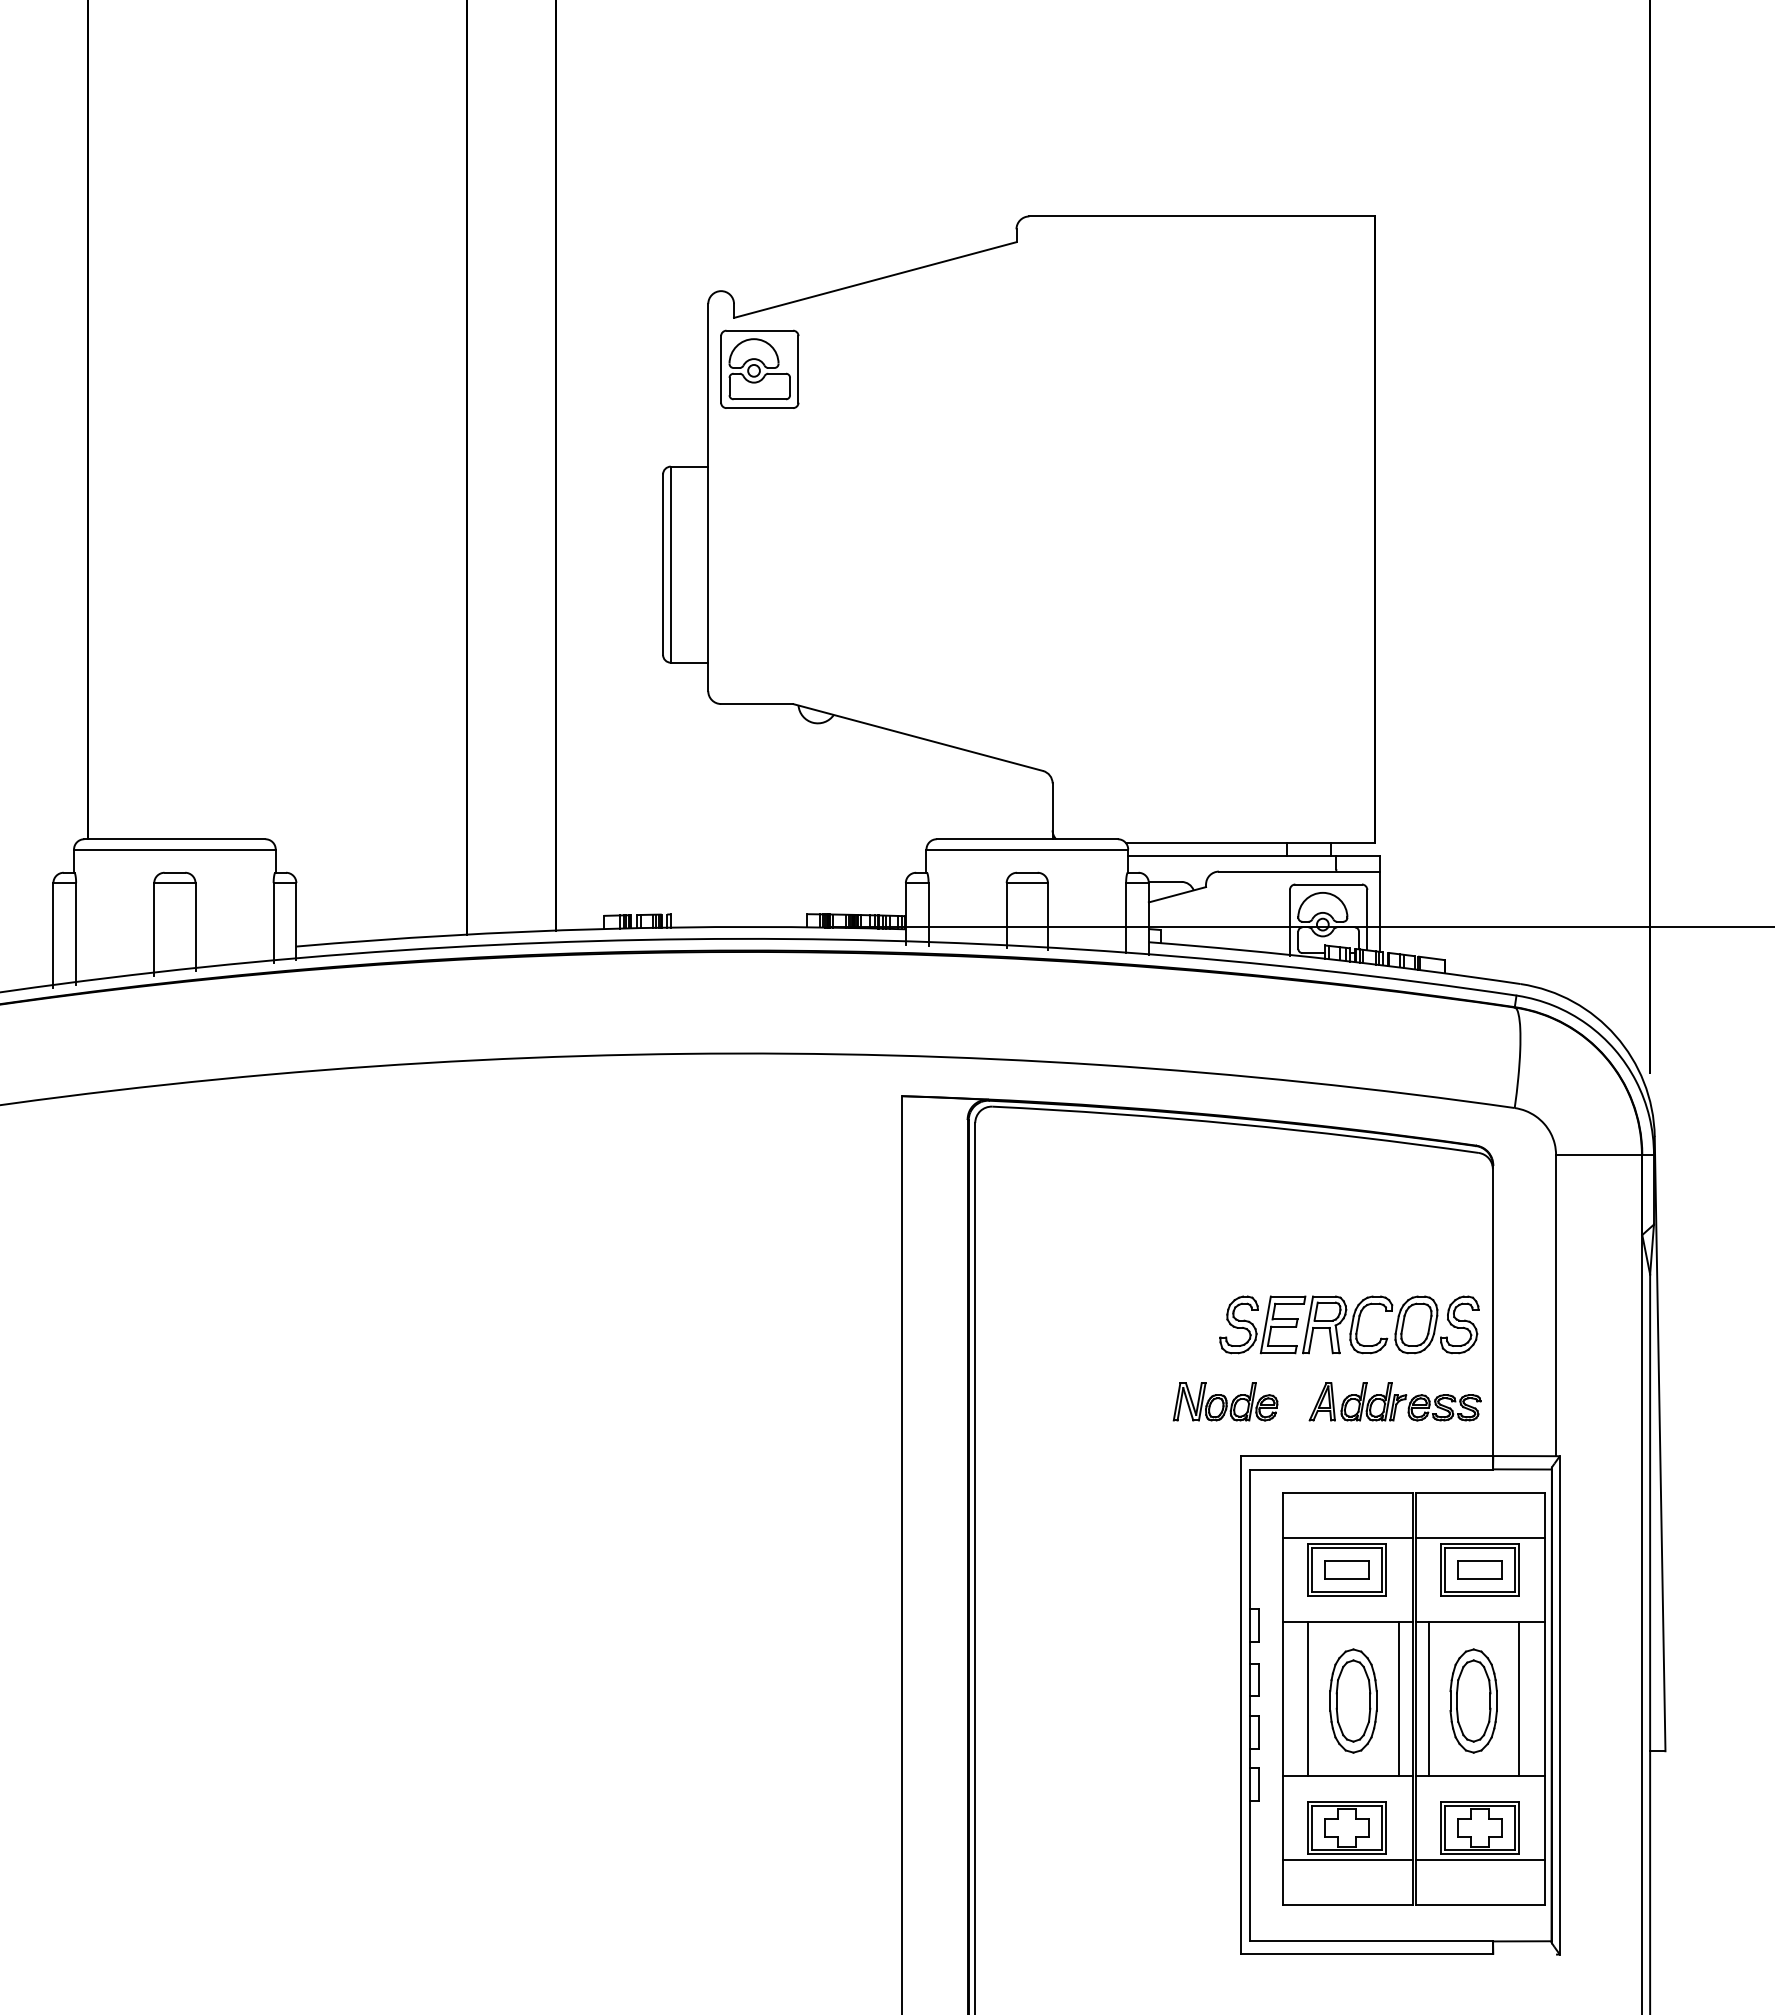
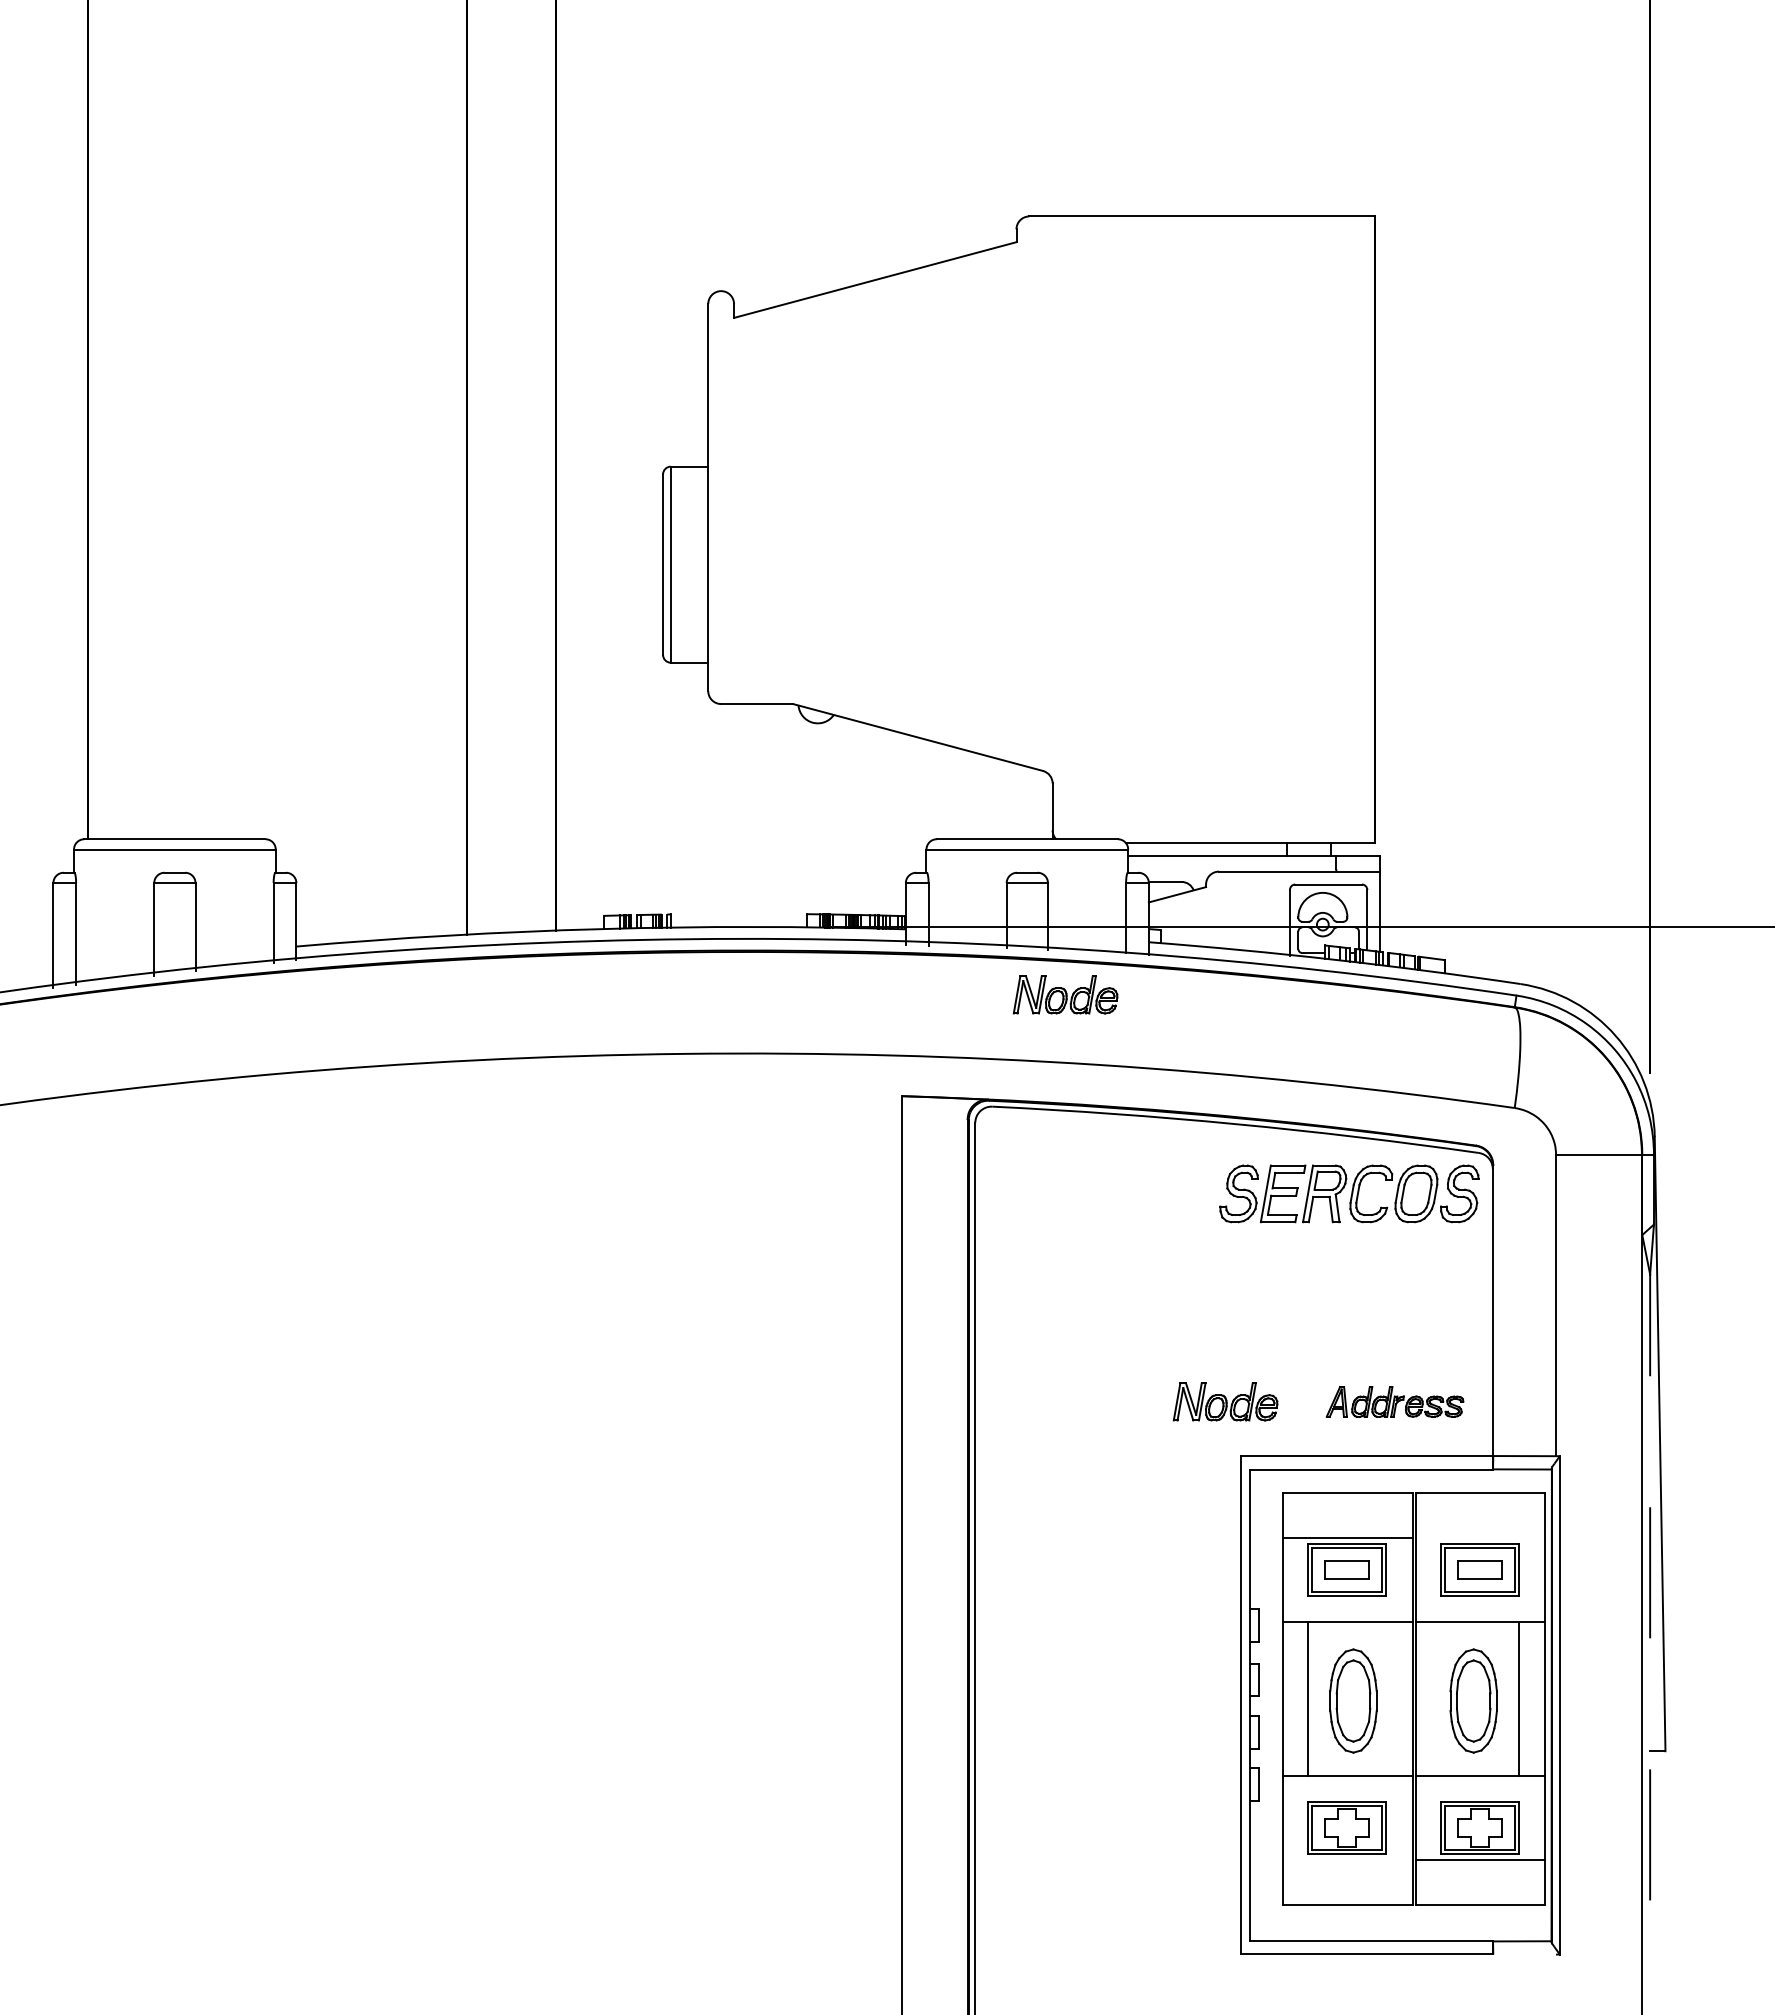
part at (759, 368): present -> none
part at (1065, 994): none -> present
part at (1349, 1324) position: (1349, 1324) -> (1349, 1193)
part at (1394, 1401) size: 174x40 px -> 140x32 px
line at (1479, 1537): present -> none
line at (1650, 1644): solid -> dashed
line at (1398, 1698): present -> none
line at (1428, 1698): present -> none
line at (1347, 1860): present -> none
